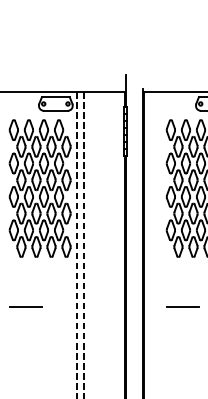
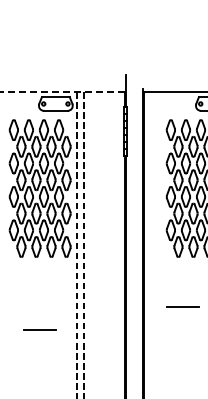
line at (62, 92): solid -> dashed
line at (25, 306) position: (25, 306) -> (39, 329)
